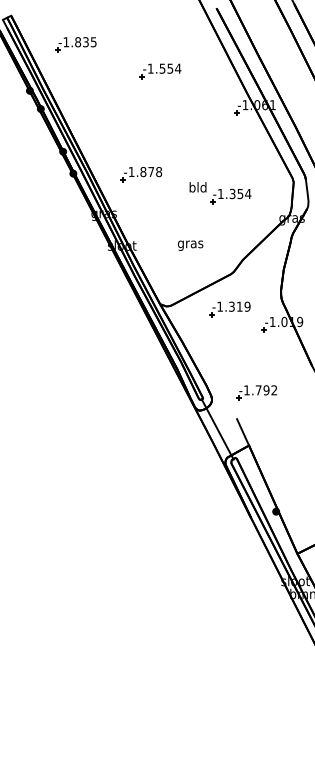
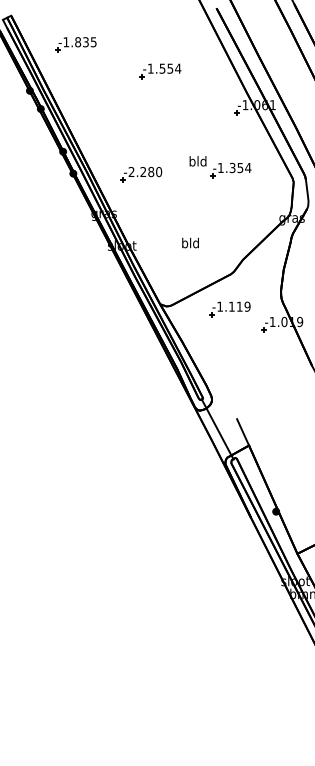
text at (145, 172): -1.878 -> -2.280
part at (220, 193) position: (220, 193) -> (220, 167)
text at (190, 243): gras -> bld
text at (231, 306): -1.319 -> -1.119
part at (256, 392): present -> none
